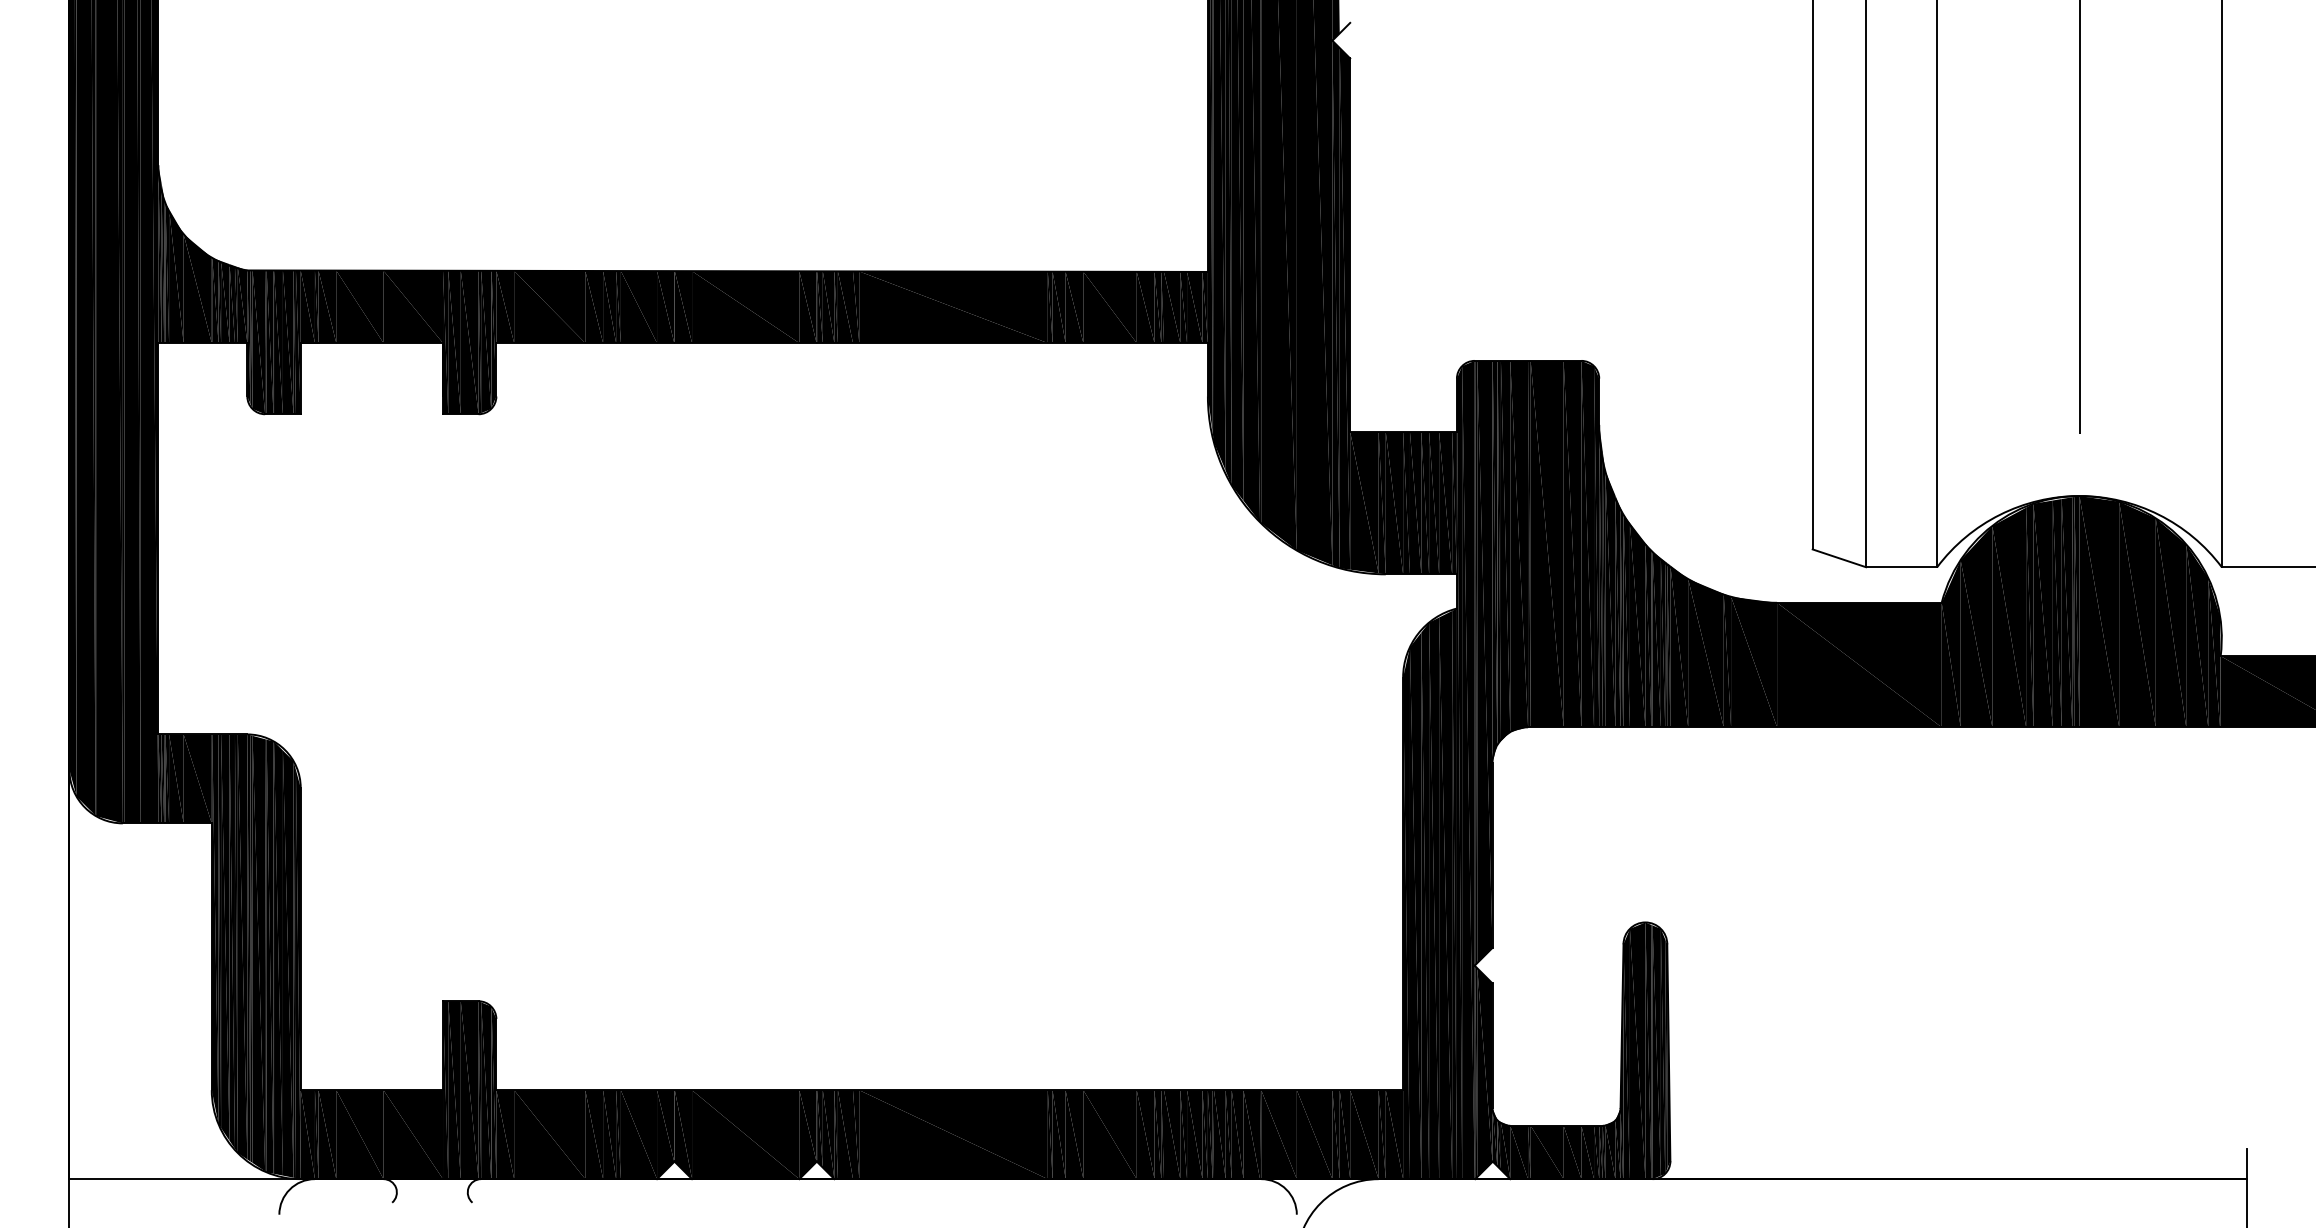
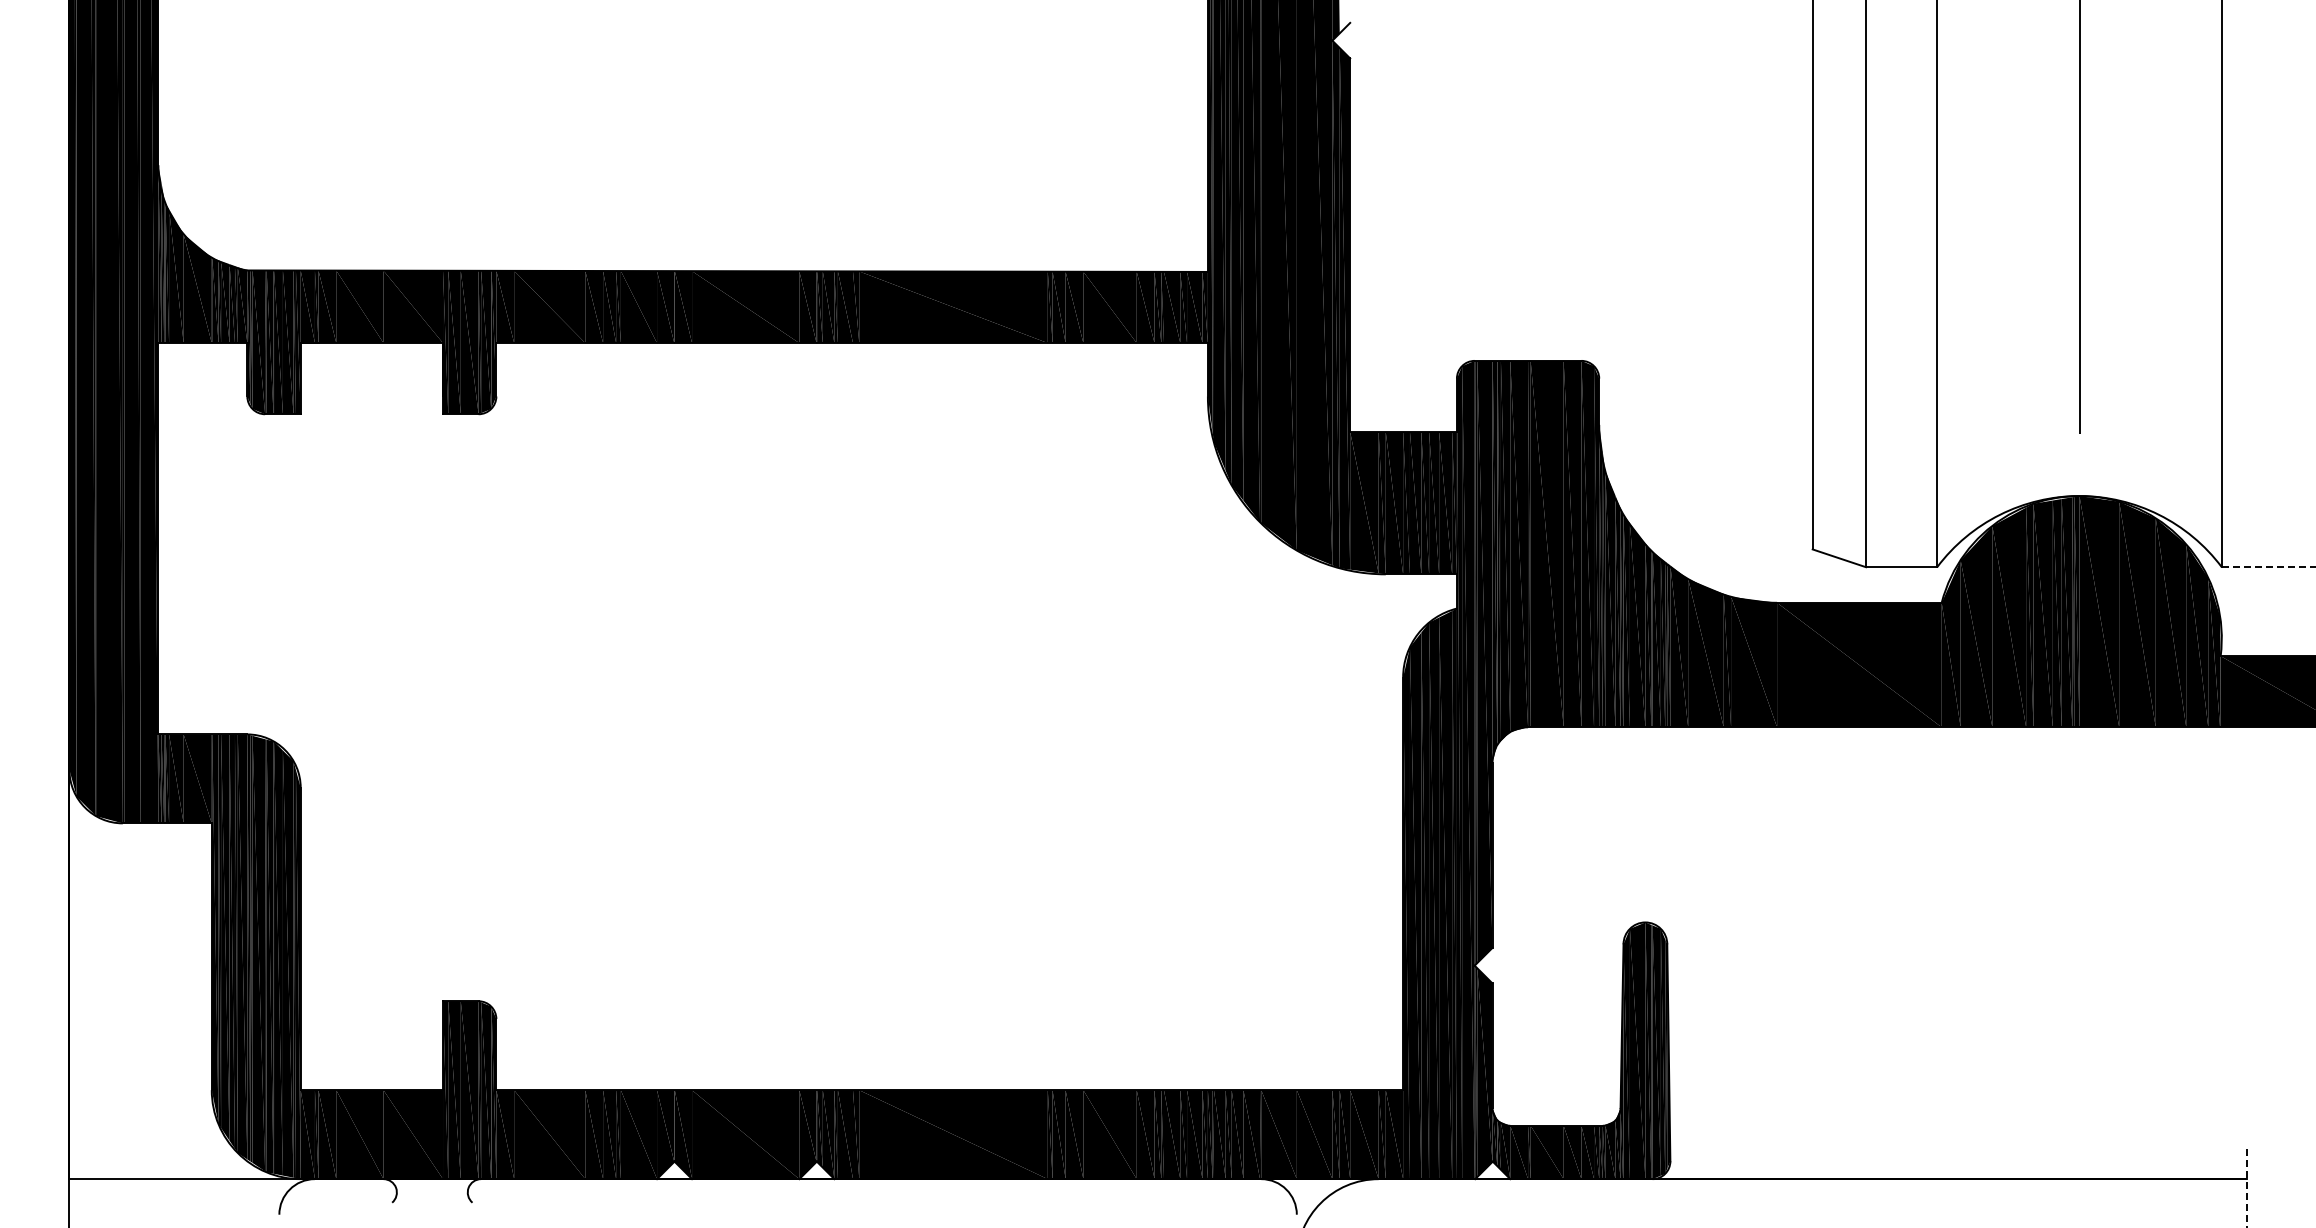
line at (2268, 567): solid -> dashed
line at (2246, 1188): solid -> dashed
